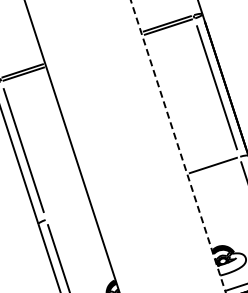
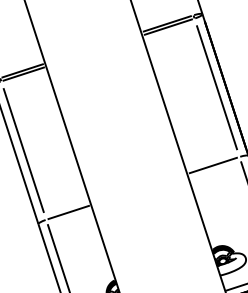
line at (178, 146): dashed -> solid
line at (68, 212): none -> present
